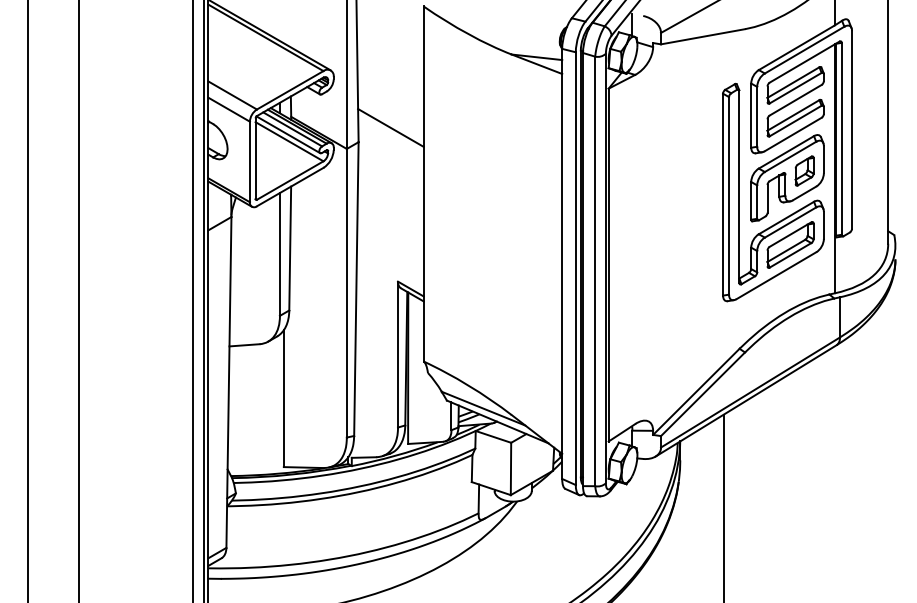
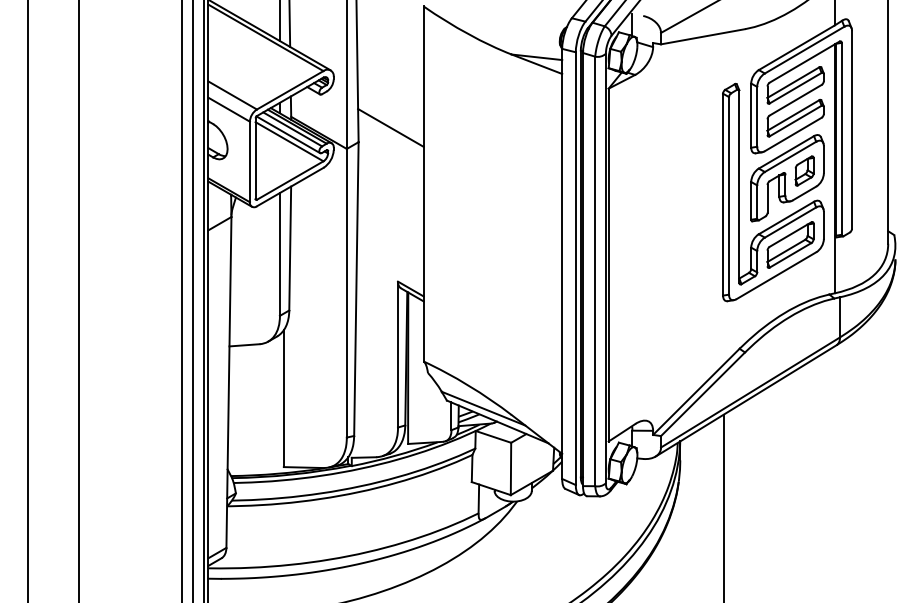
line at (279, 21): none -> present
line at (289, 24): none -> present
line at (182, 301): none -> present
